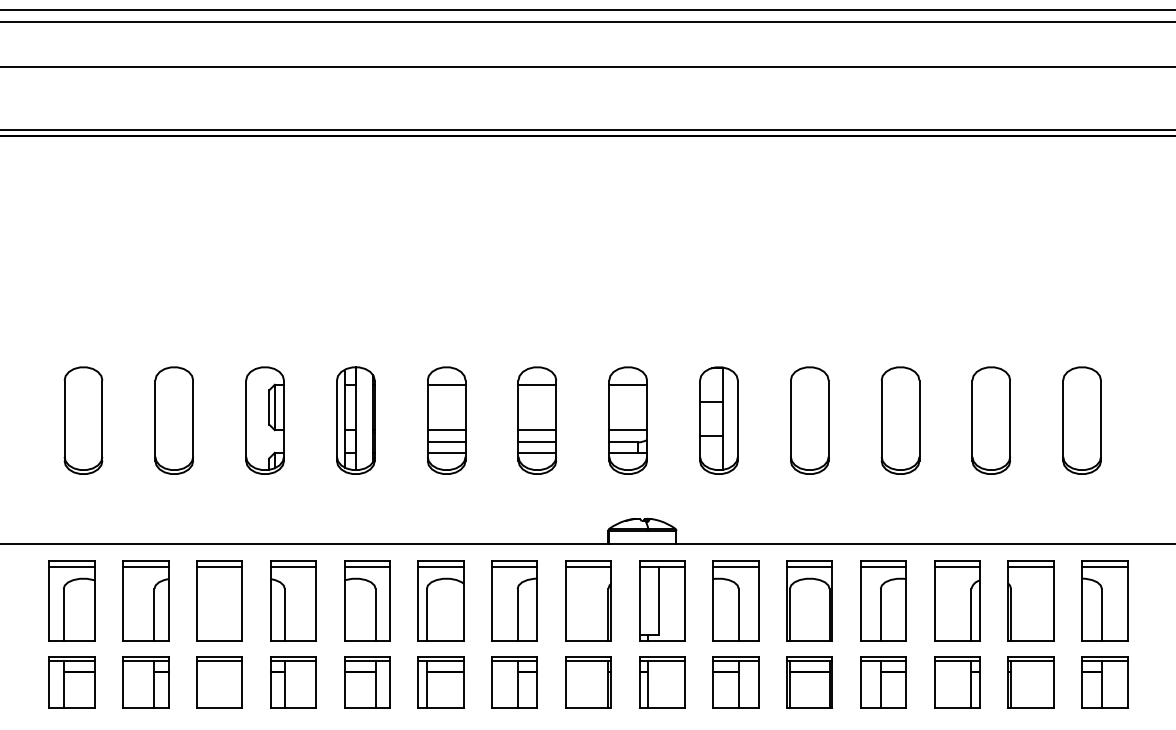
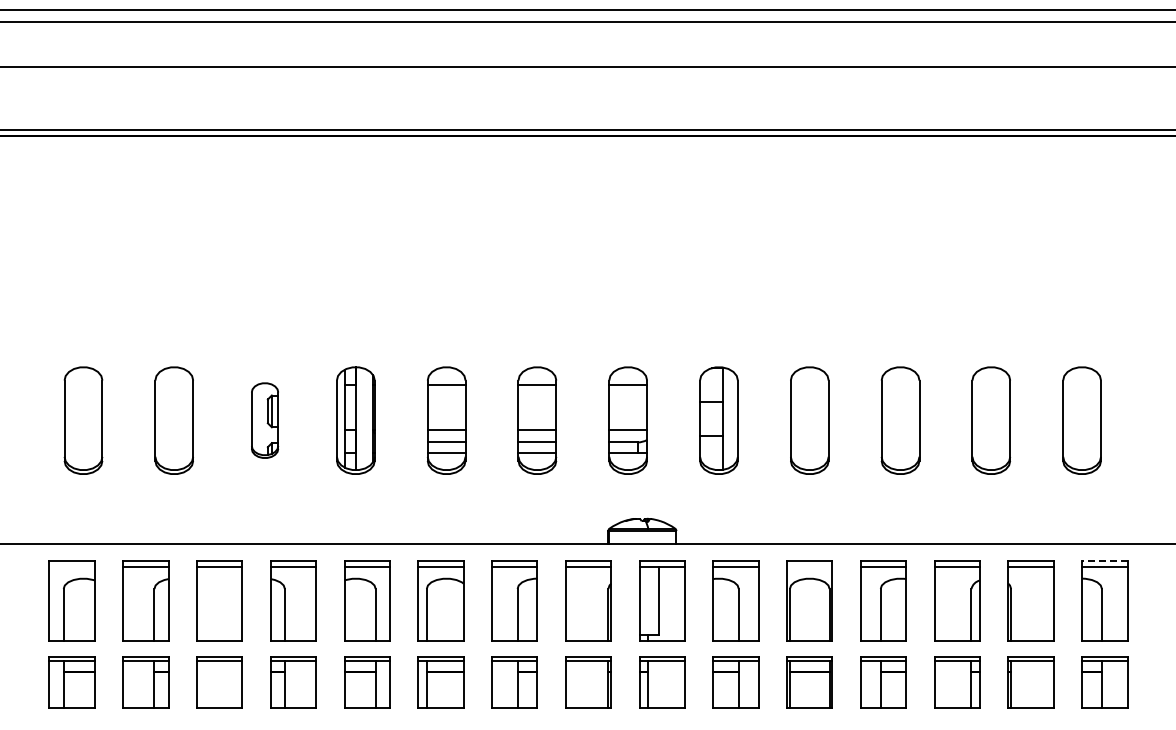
part at (264, 420) size: 40x109 px -> 29x77 px
line at (1104, 561): solid -> dashed
line at (71, 566): present -> none
line at (809, 566): present -> none
